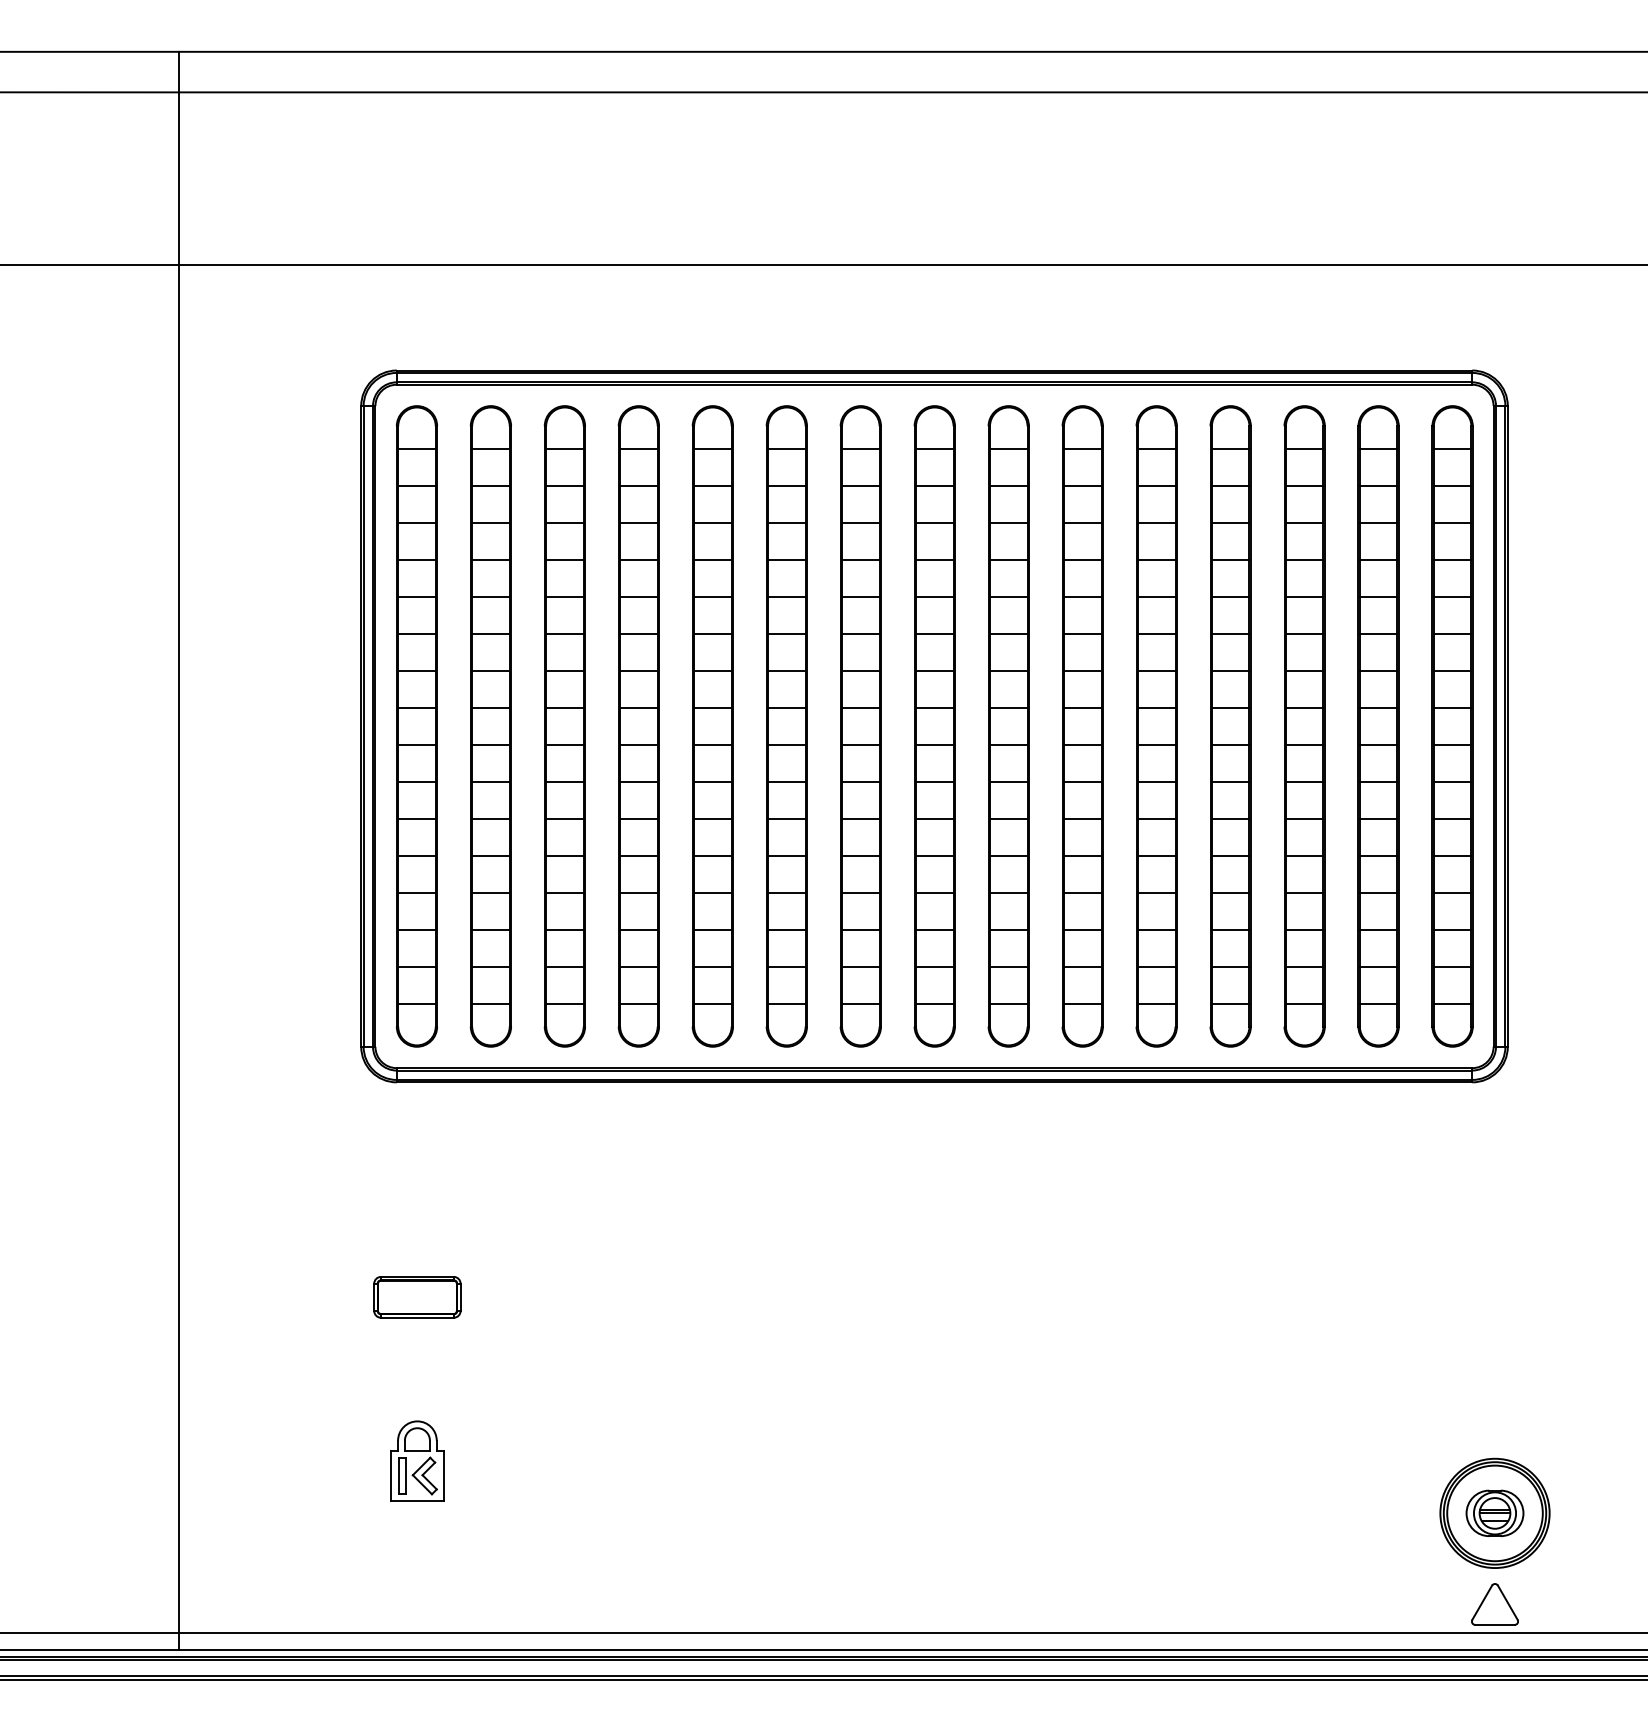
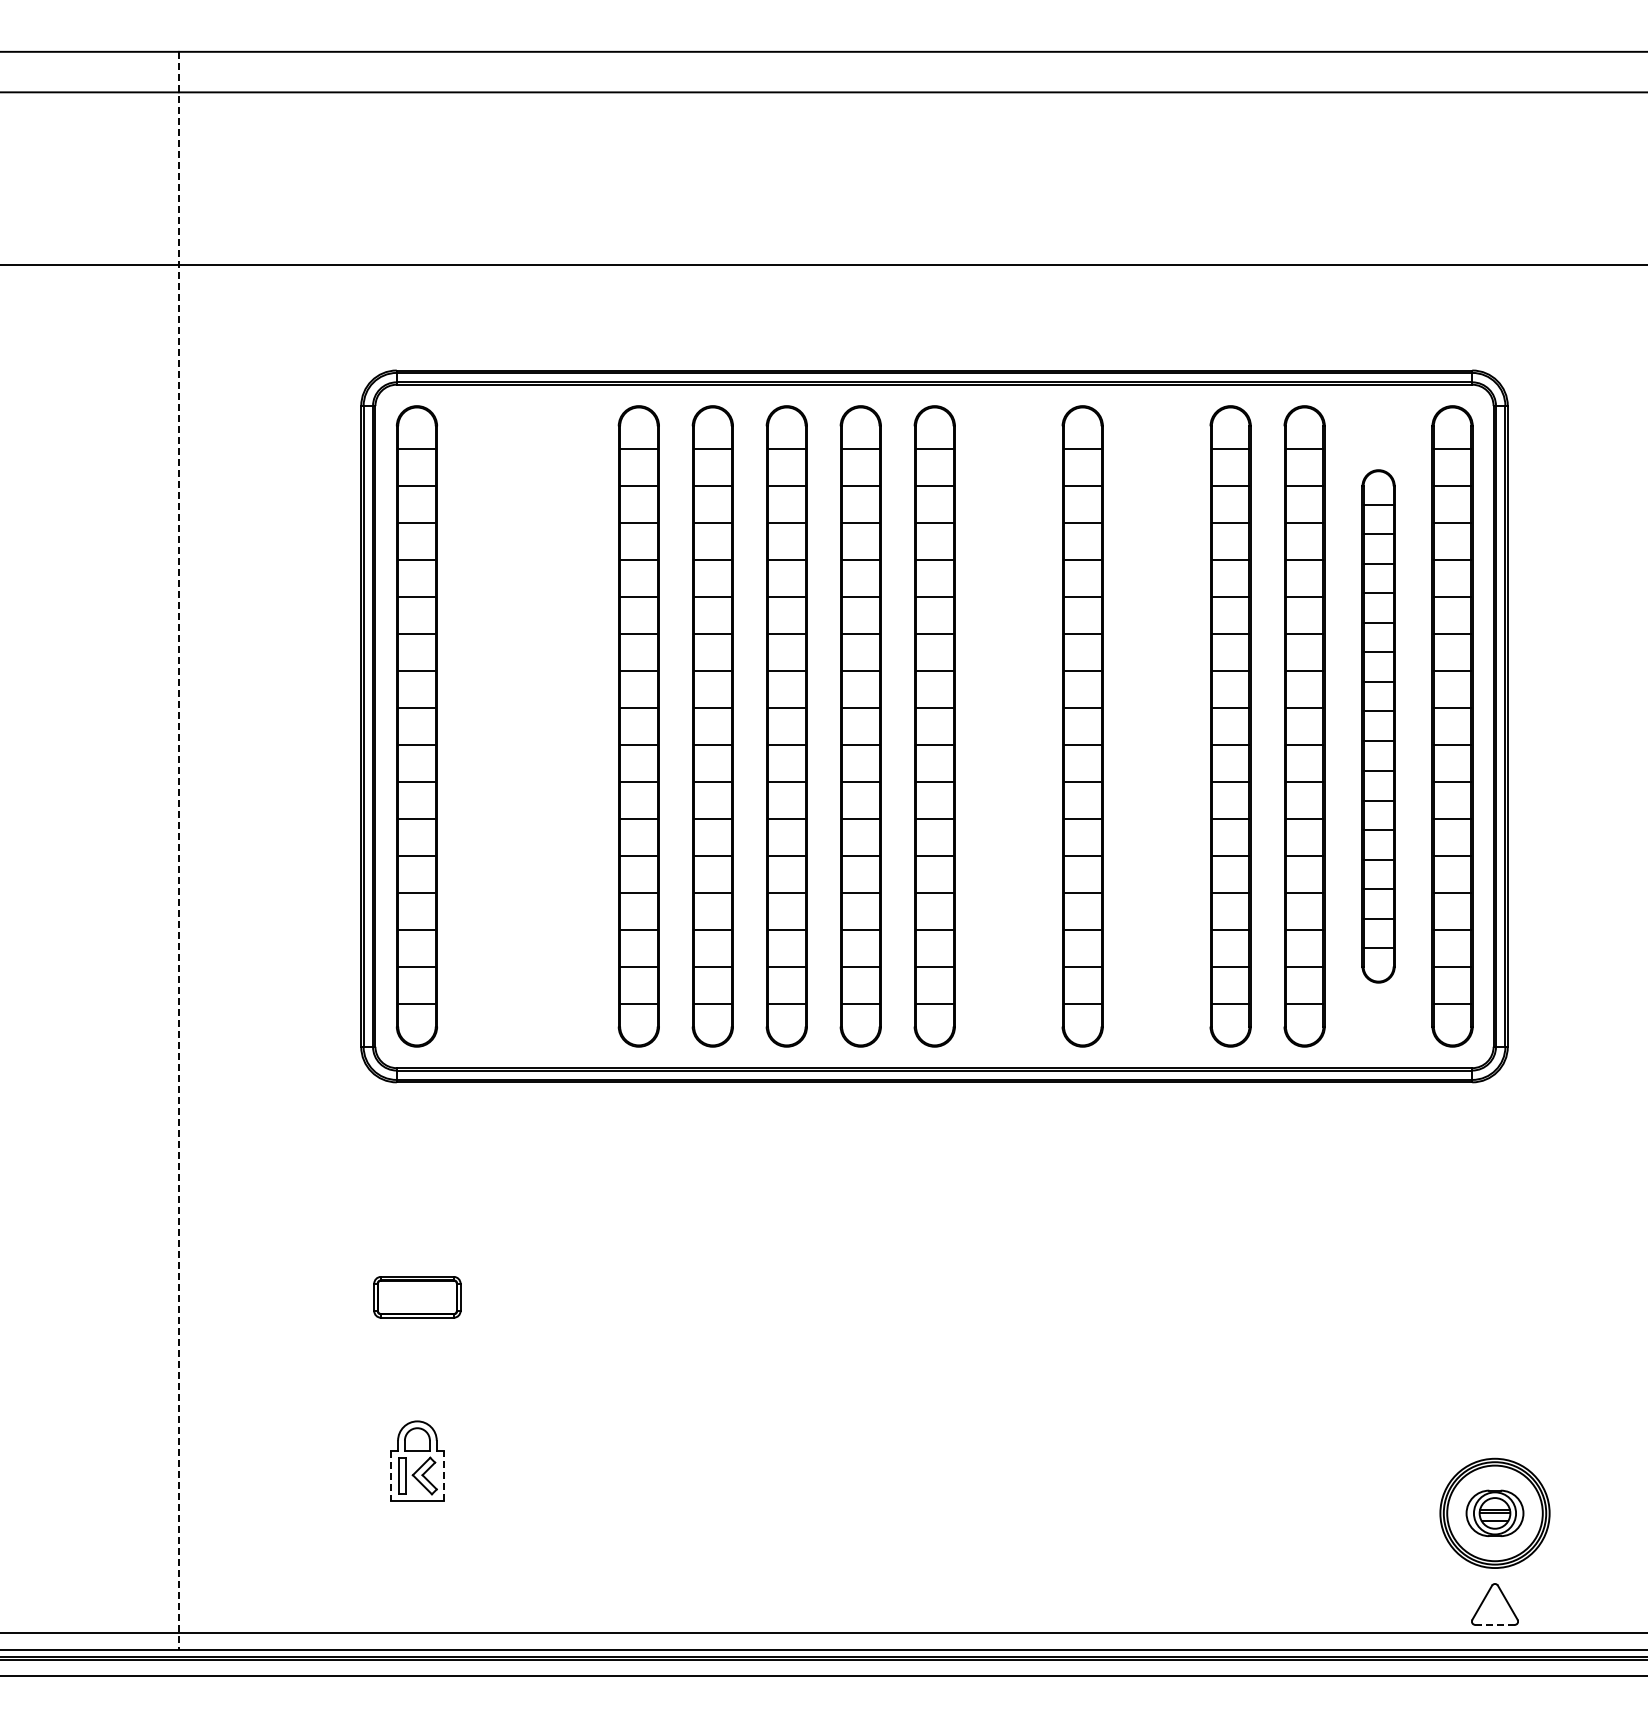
part at (490, 726): present -> none
part at (564, 726): present -> none
part at (1008, 726): present -> none
part at (1156, 726): present -> none
part at (1378, 726) size: 43x643 px -> 35x515 px
line at (179, 851): solid -> dashed
line at (443, 1475): solid -> dashed
line at (391, 1476): solid -> dashed
line at (1495, 1624): solid -> dashed
line at (823, 1679): present -> none
